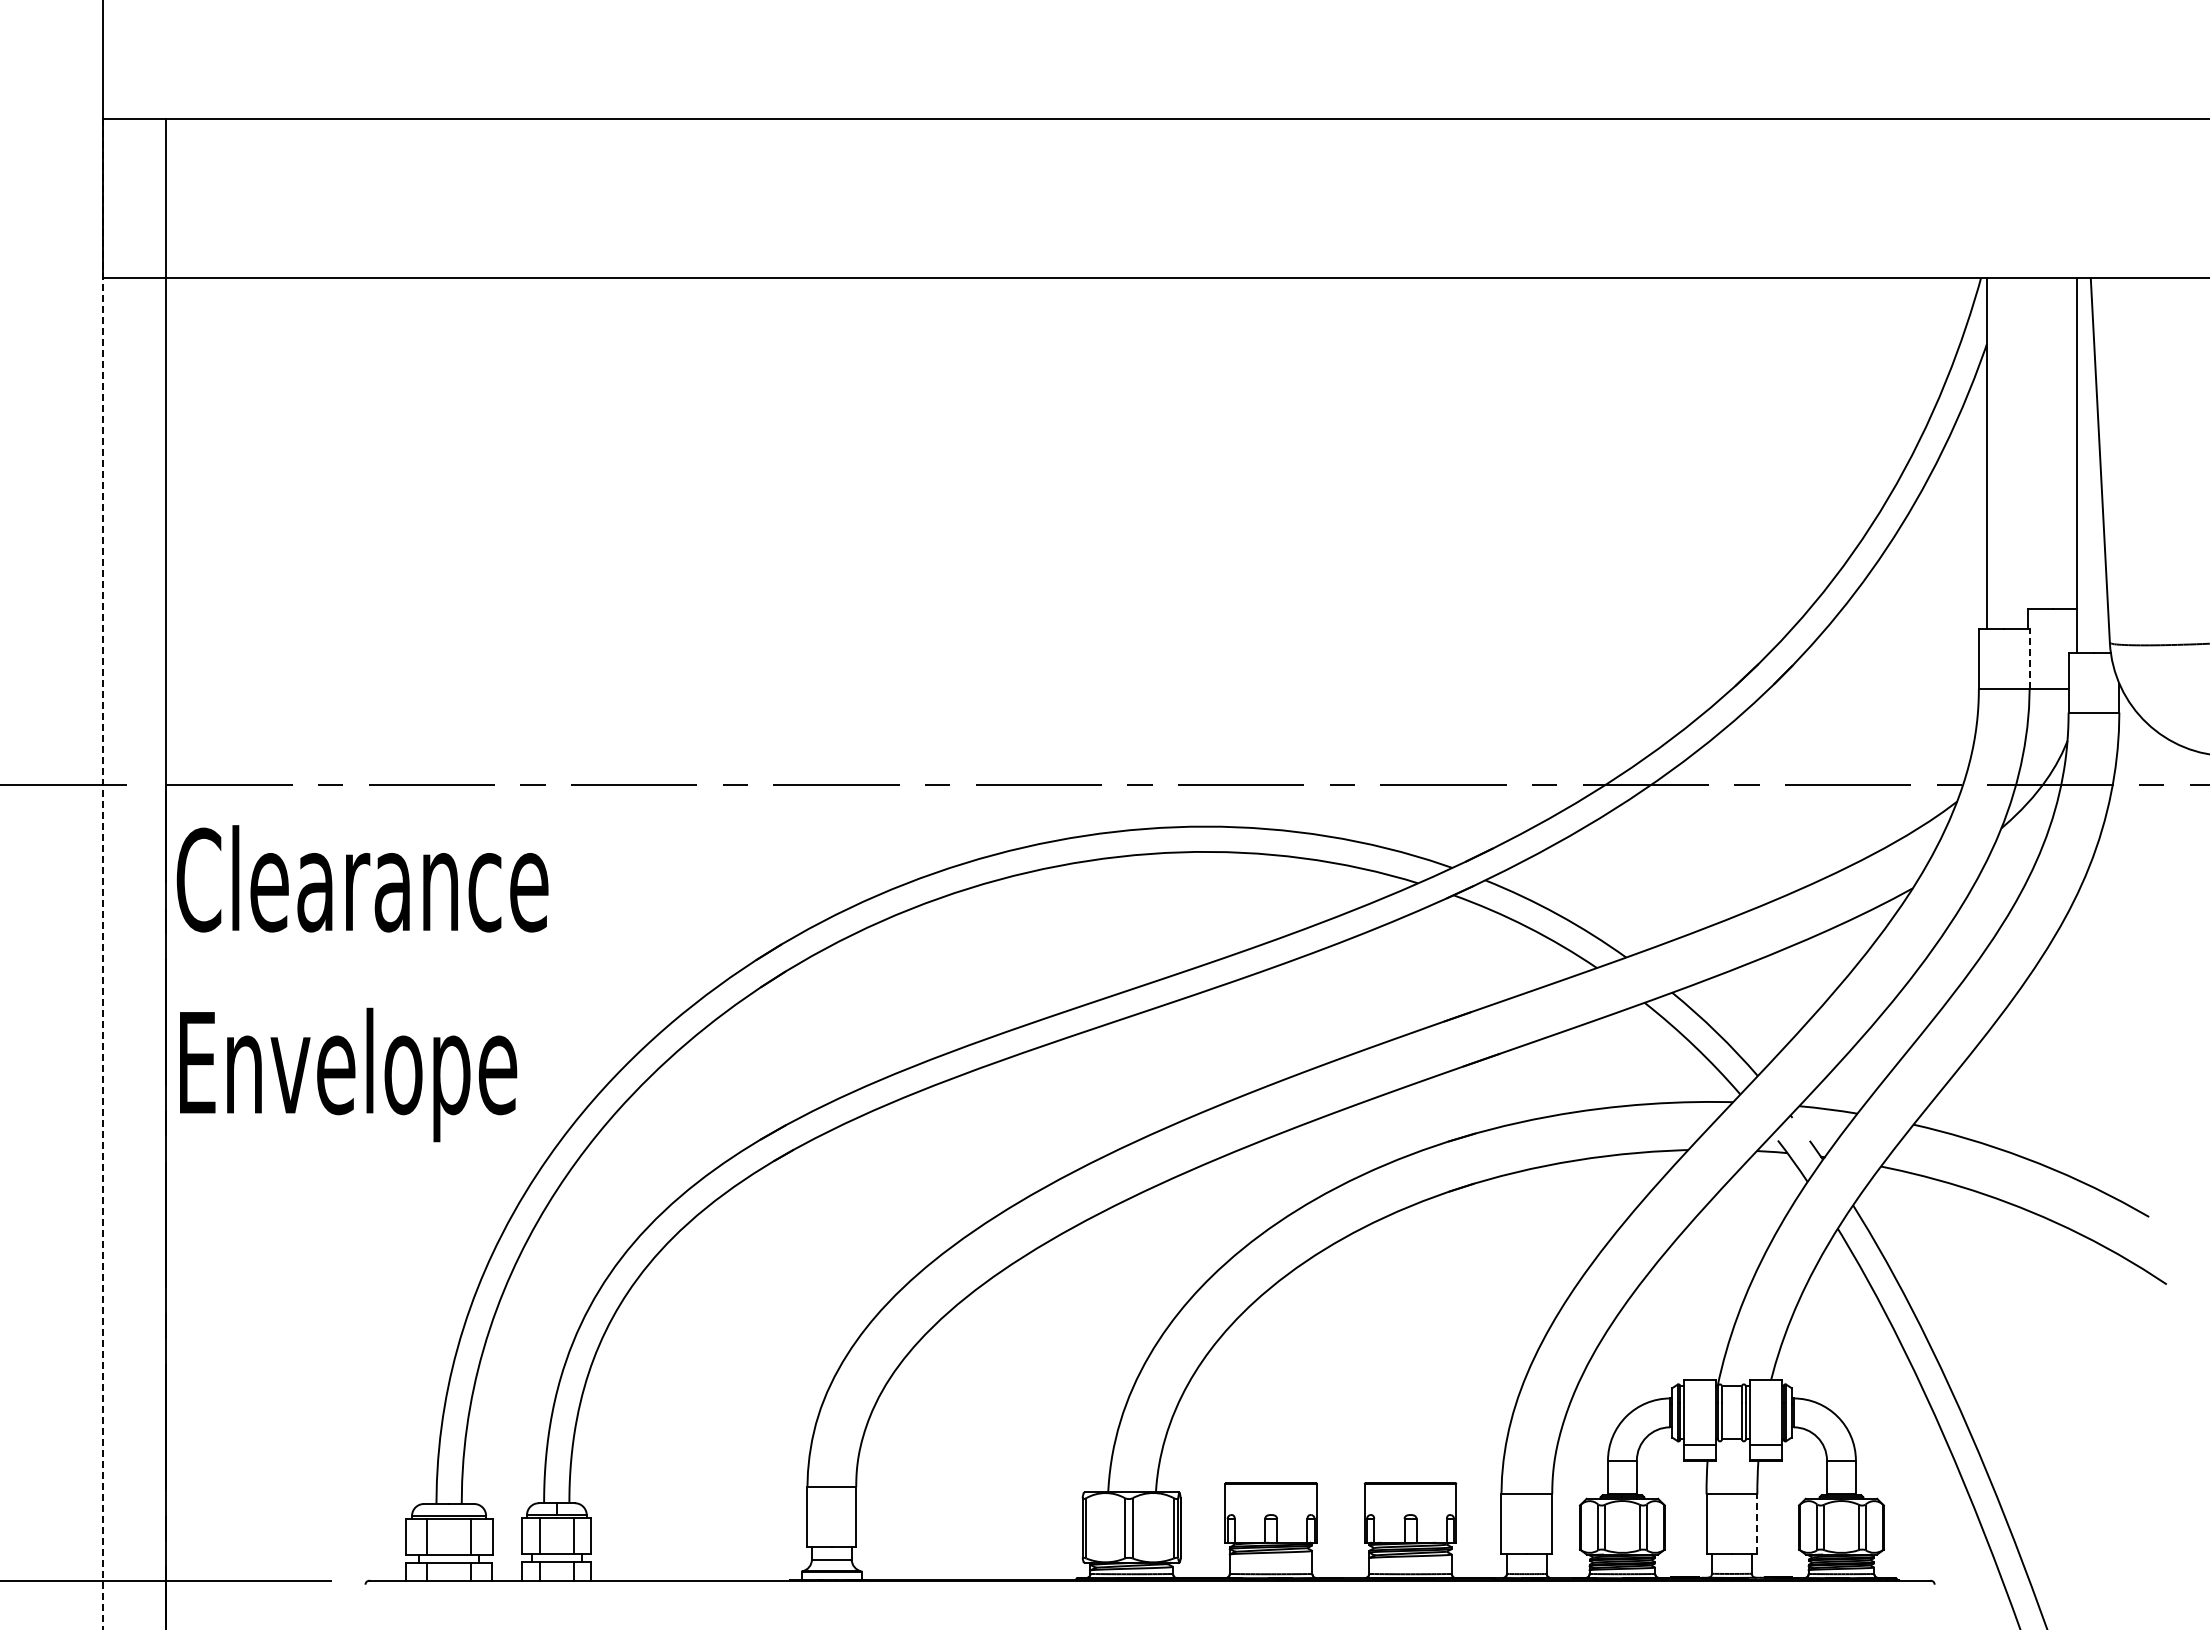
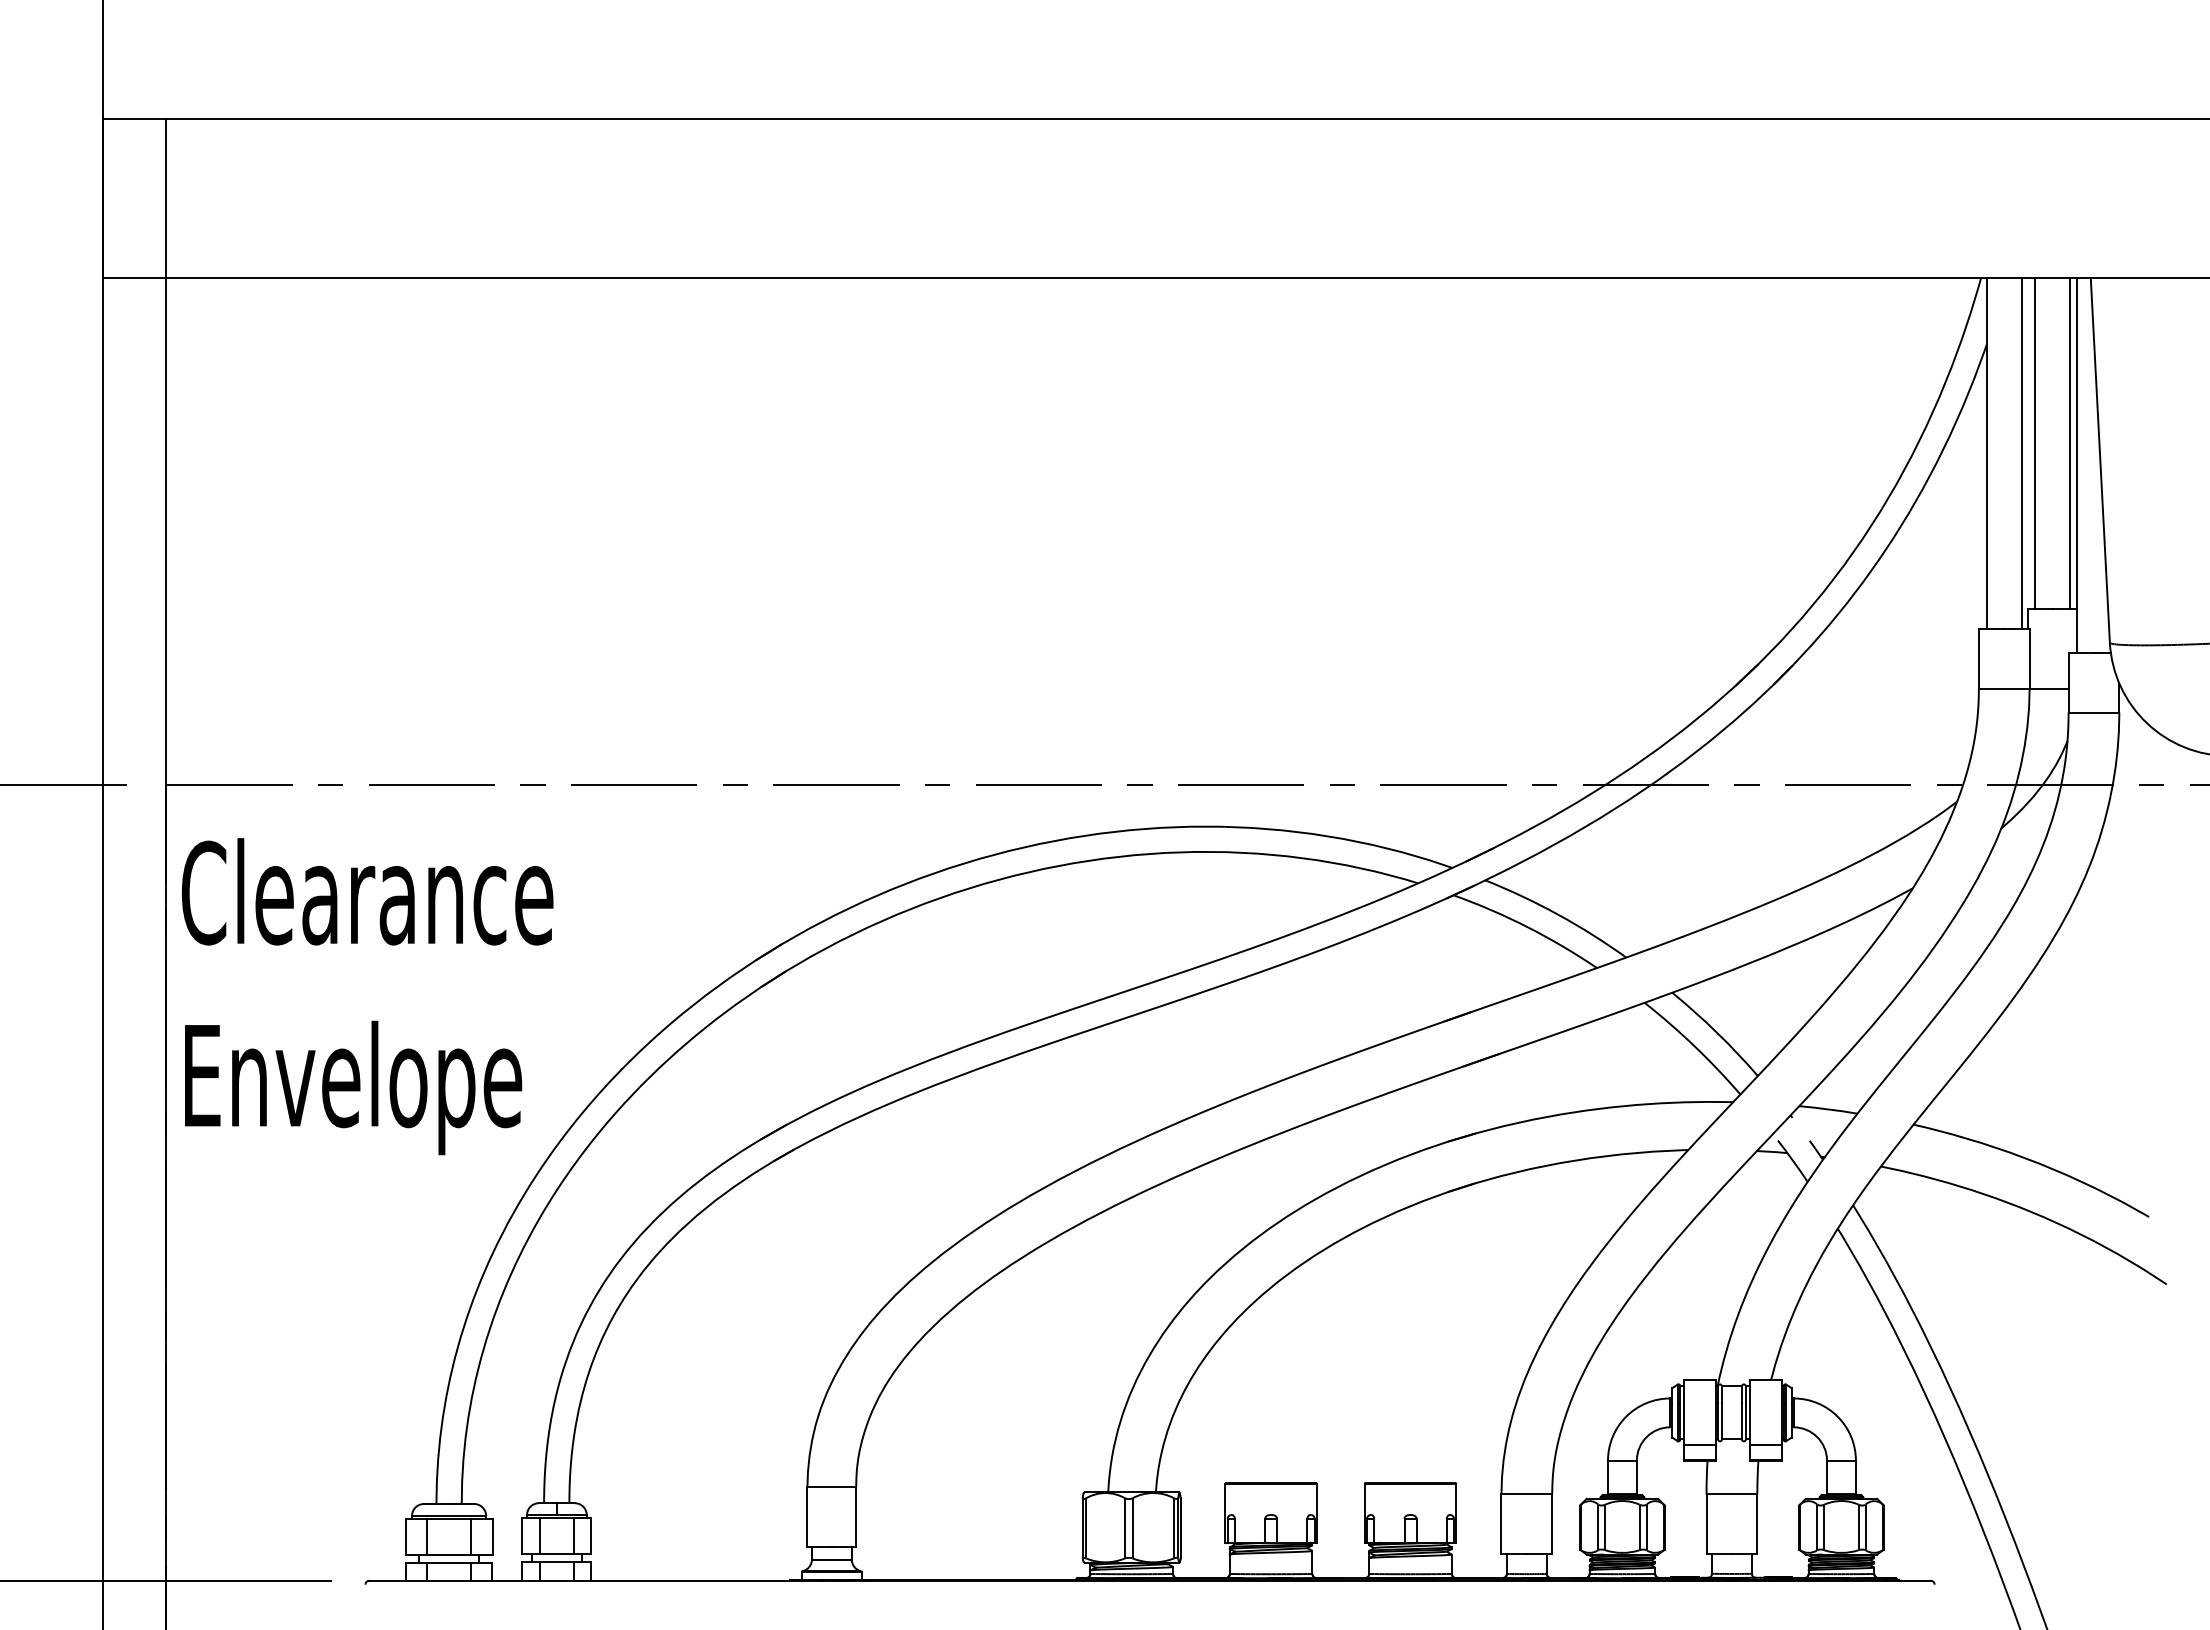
line at (2035, 443): none -> present
line at (2070, 443): none -> present
line at (2021, 453): none -> present
line at (2029, 658): dashed -> solid
line at (102, 874): dashed -> solid
text at (362, 983) position: (362, 983) -> (367, 996)
line at (1757, 1524): dashed -> solid
